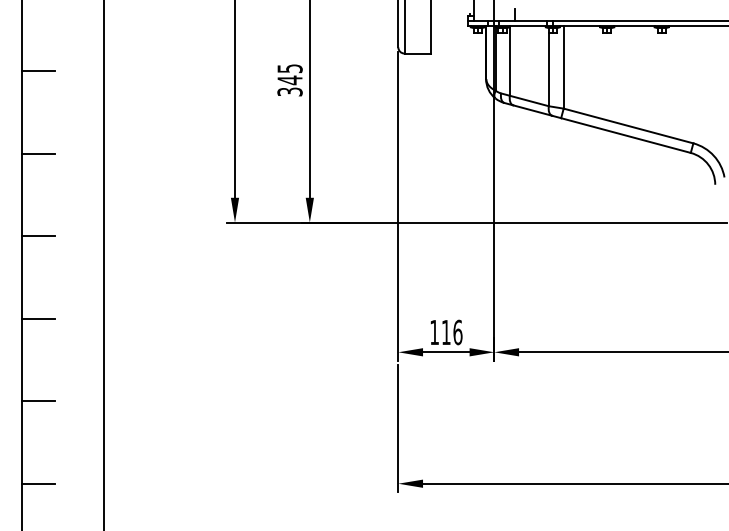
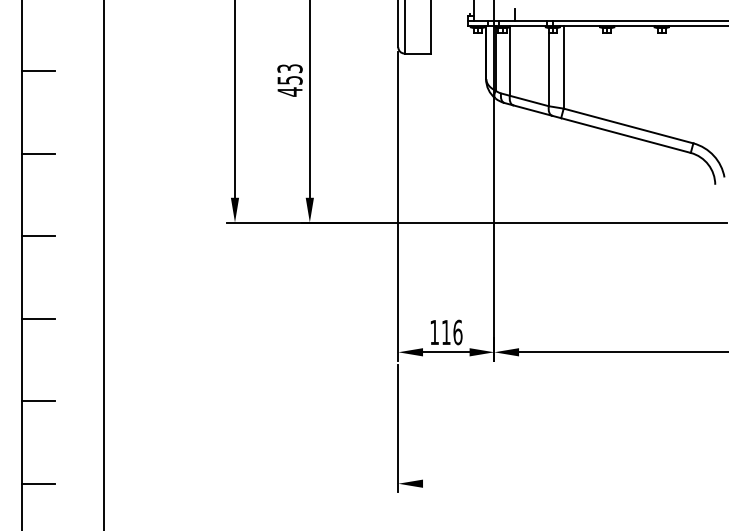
text at (289, 80): 345 -> 453
line at (574, 483): present -> none
